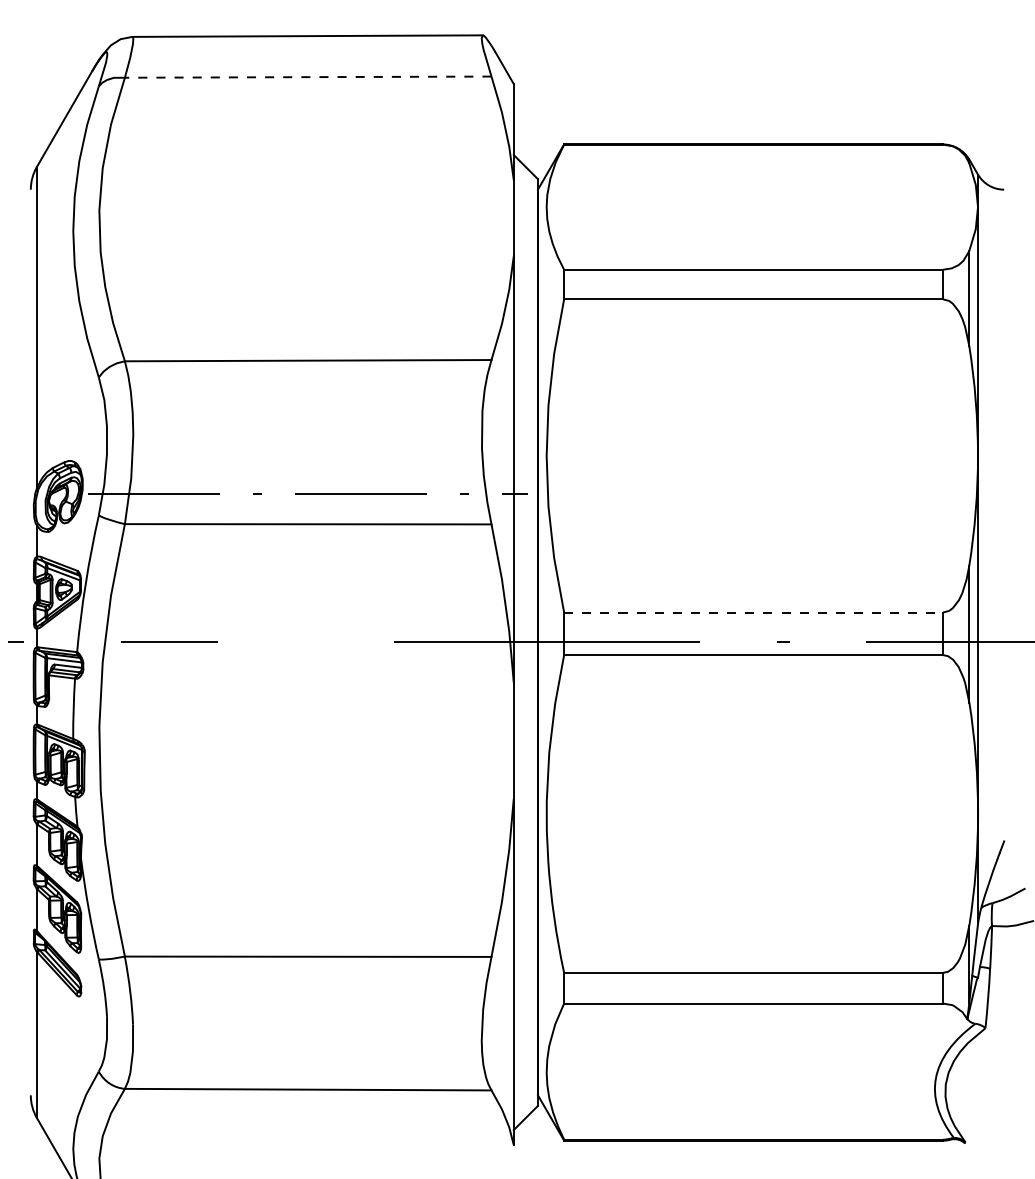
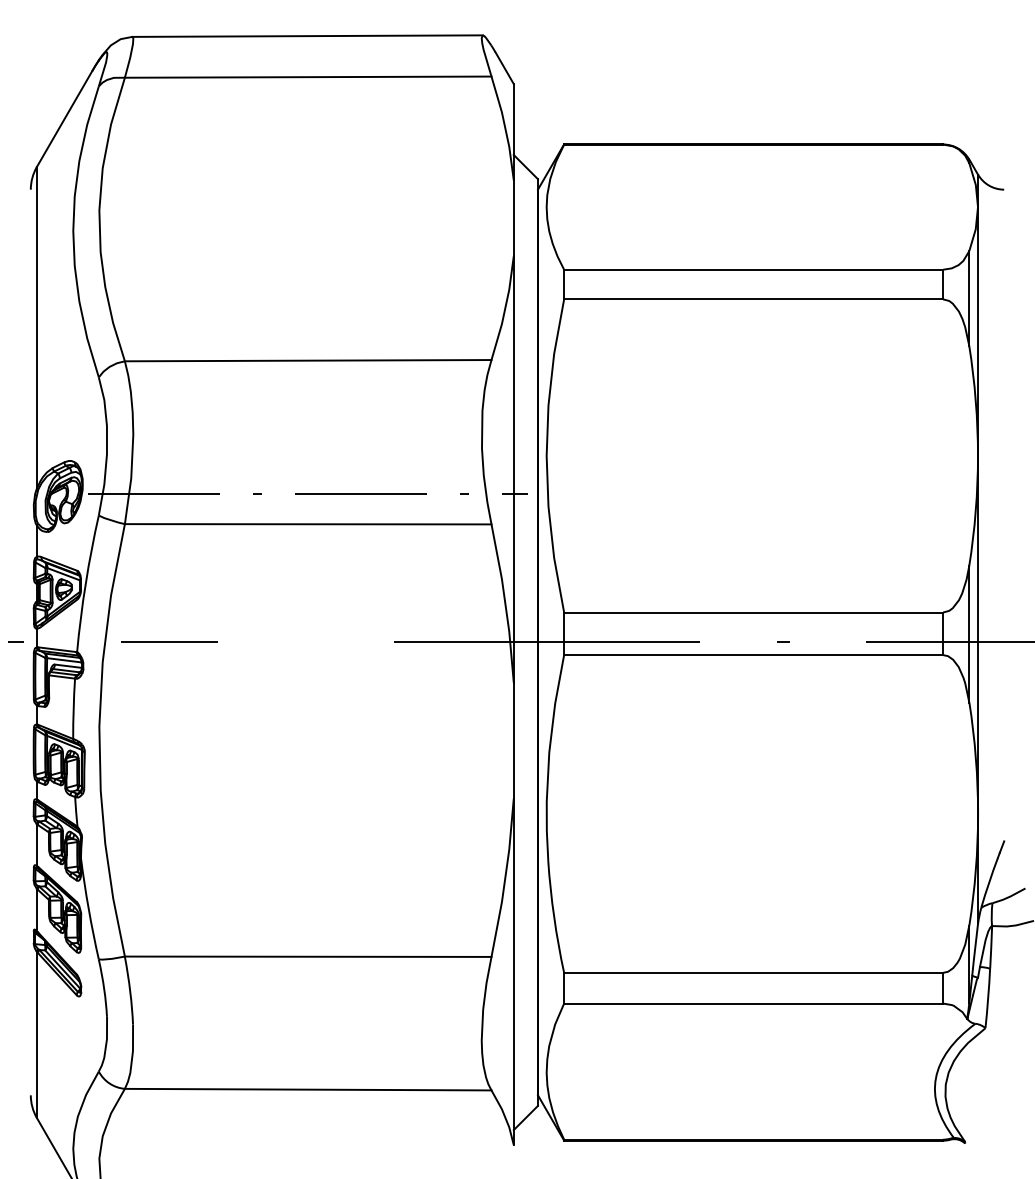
line at (307, 77): dashed -> solid
line at (753, 612): dashed -> solid
